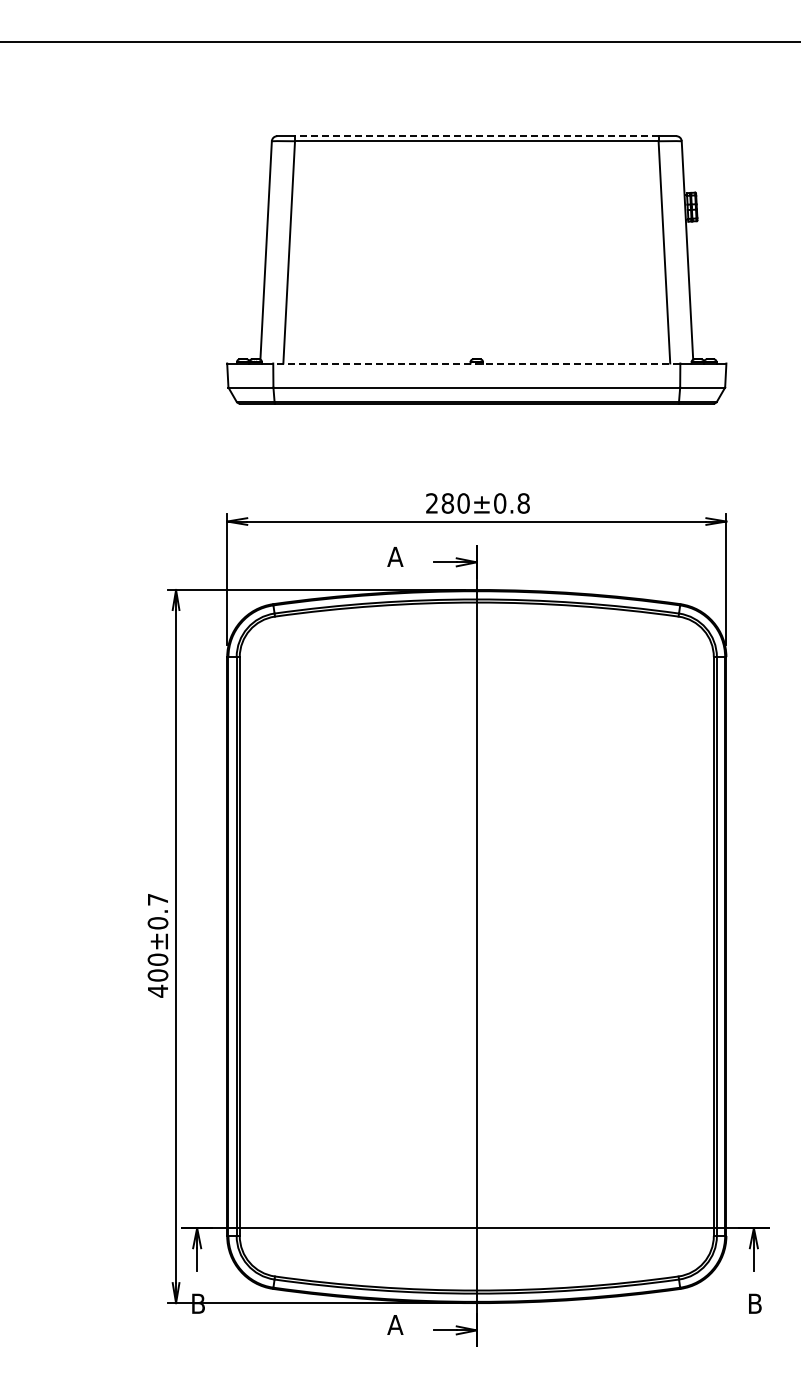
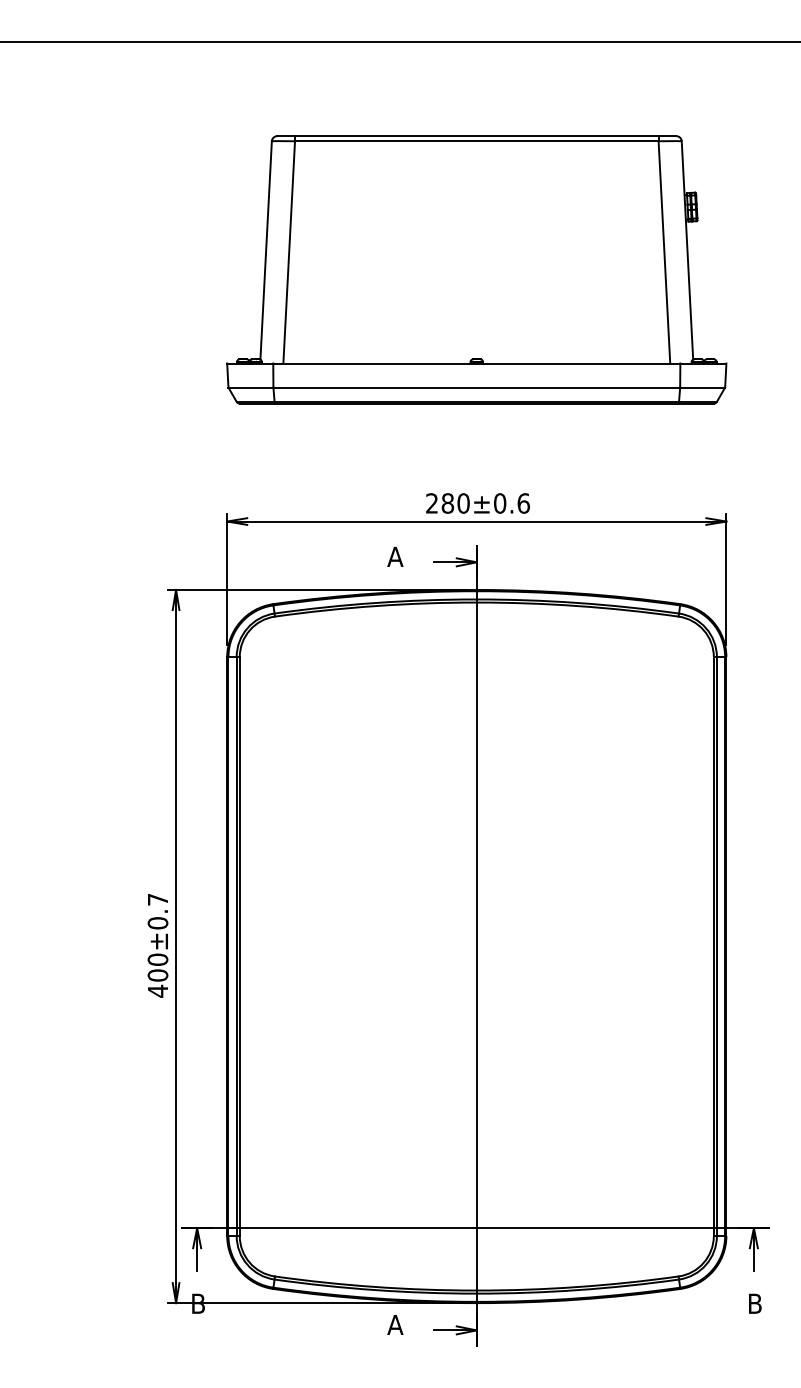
line at (476, 136): dashed -> solid
line at (476, 363): dashed -> solid
text at (523, 503): 280±0.8 -> 280±0.6
